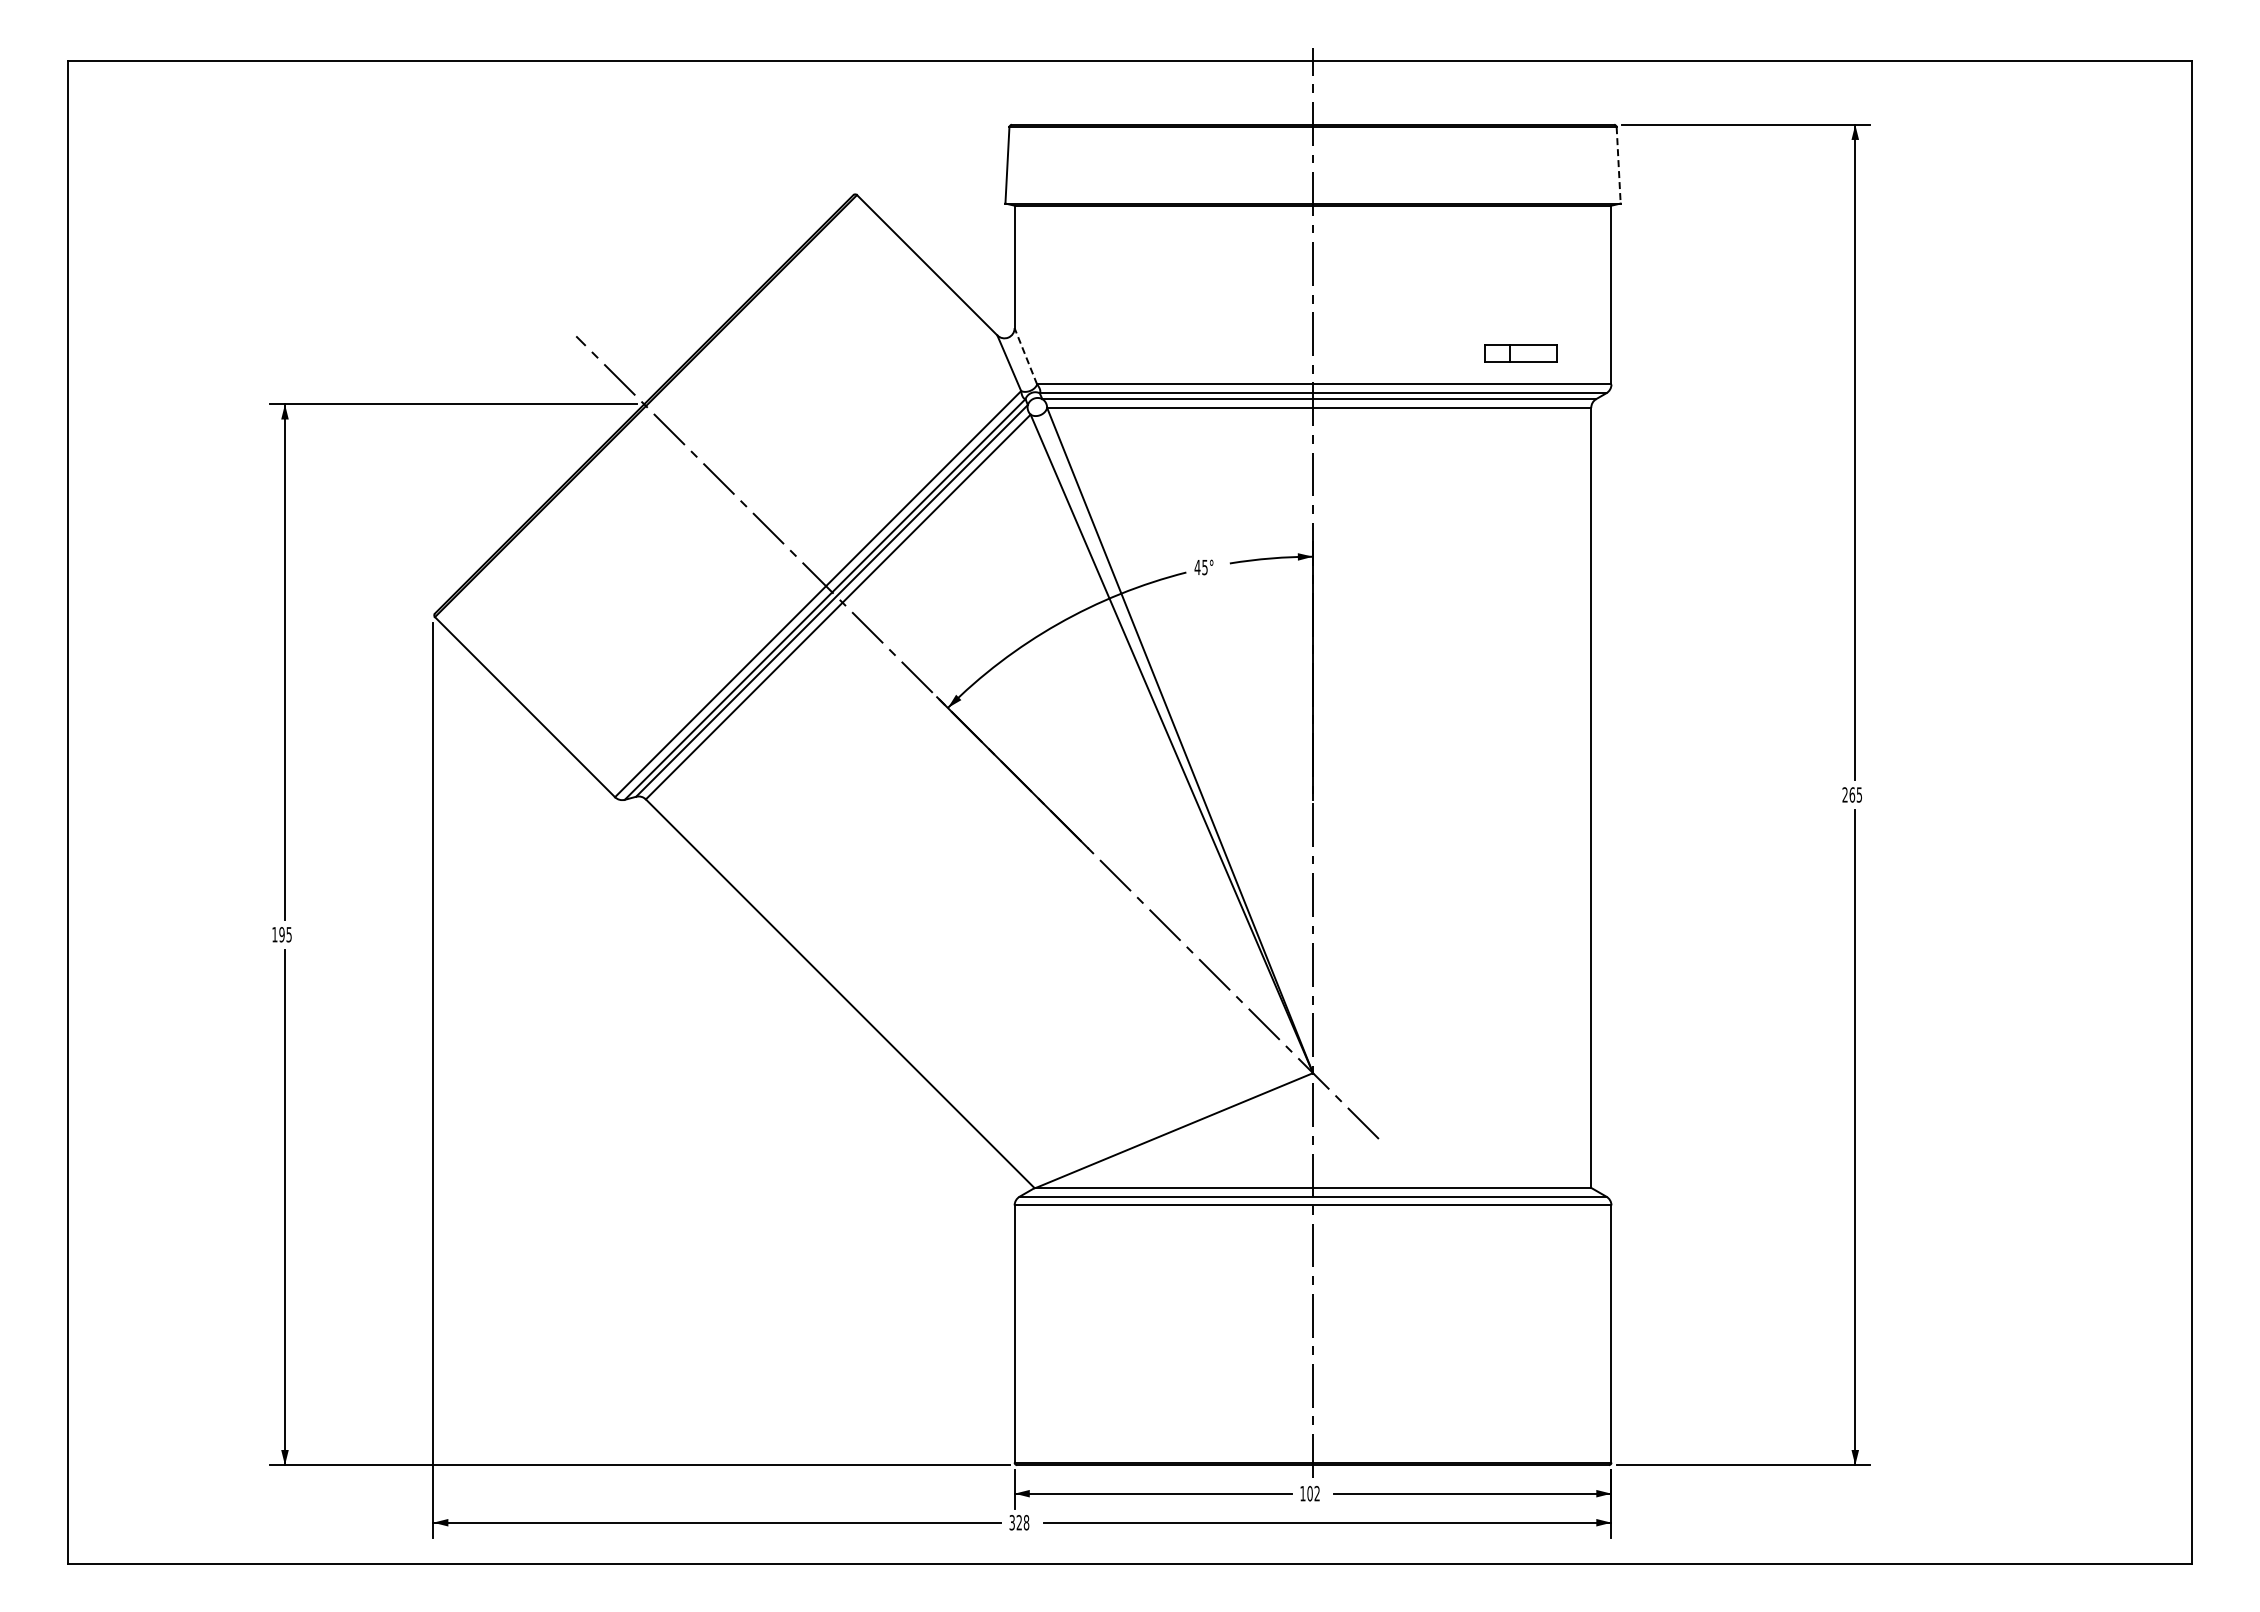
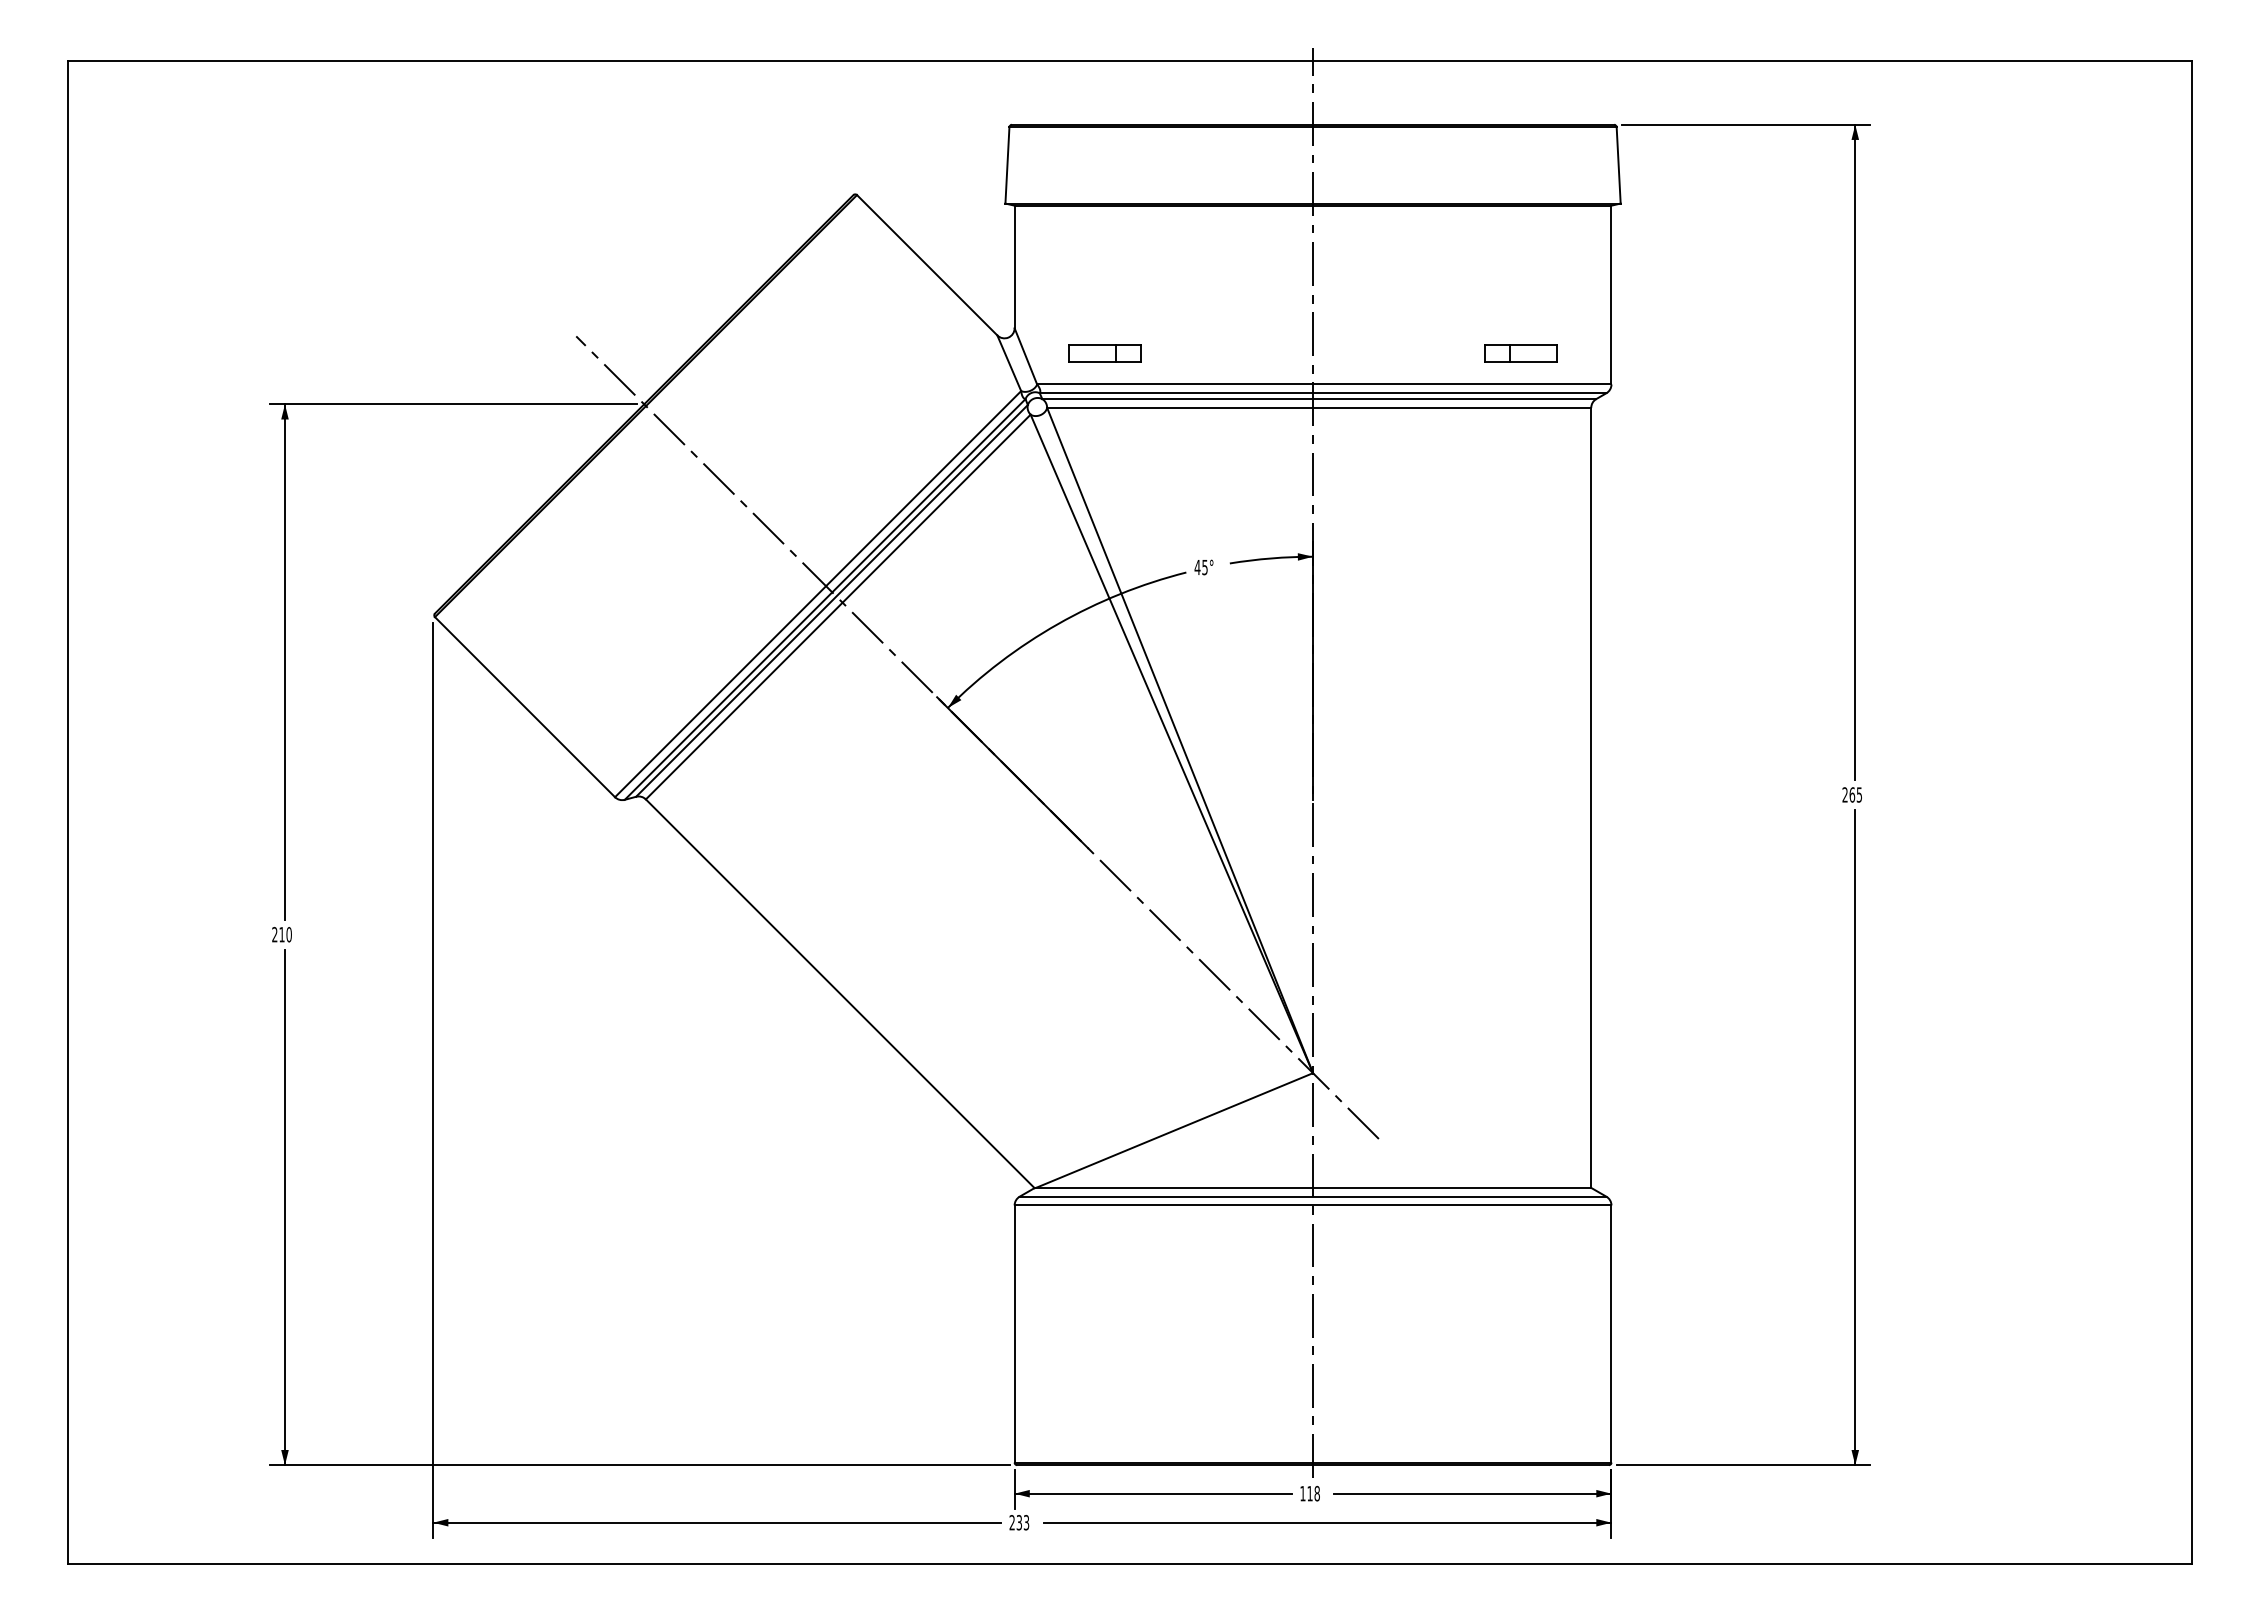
line at (1618, 165): dashed -> solid
part at (1104, 353): none -> present
line at (1025, 355): dashed -> solid
text at (281, 934): 195 -> 210
text at (1313, 1493): 102 -> 118
text at (1019, 1522): 328 -> 233
